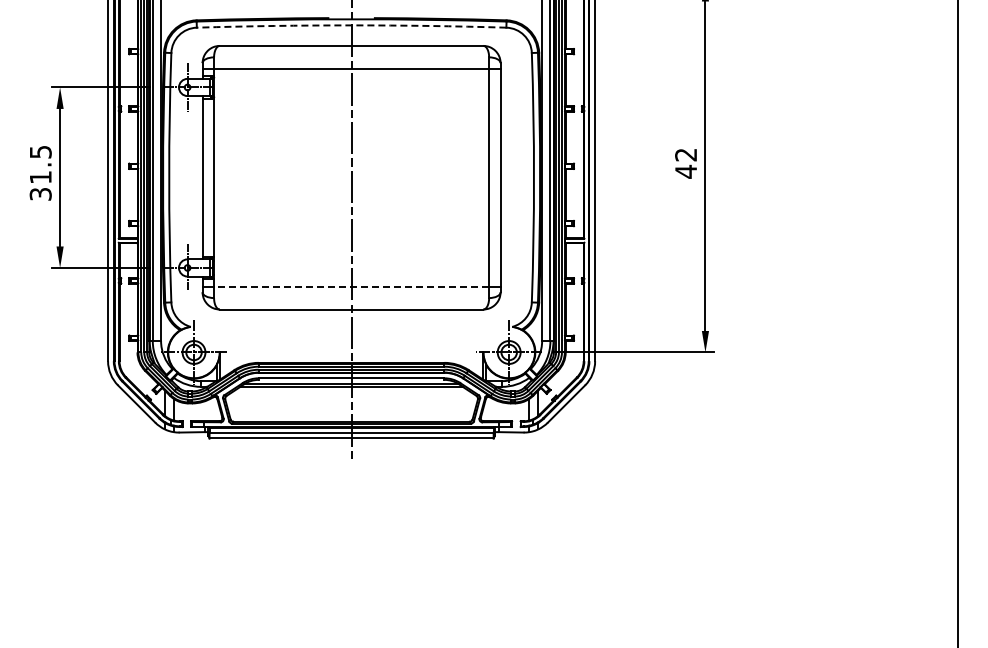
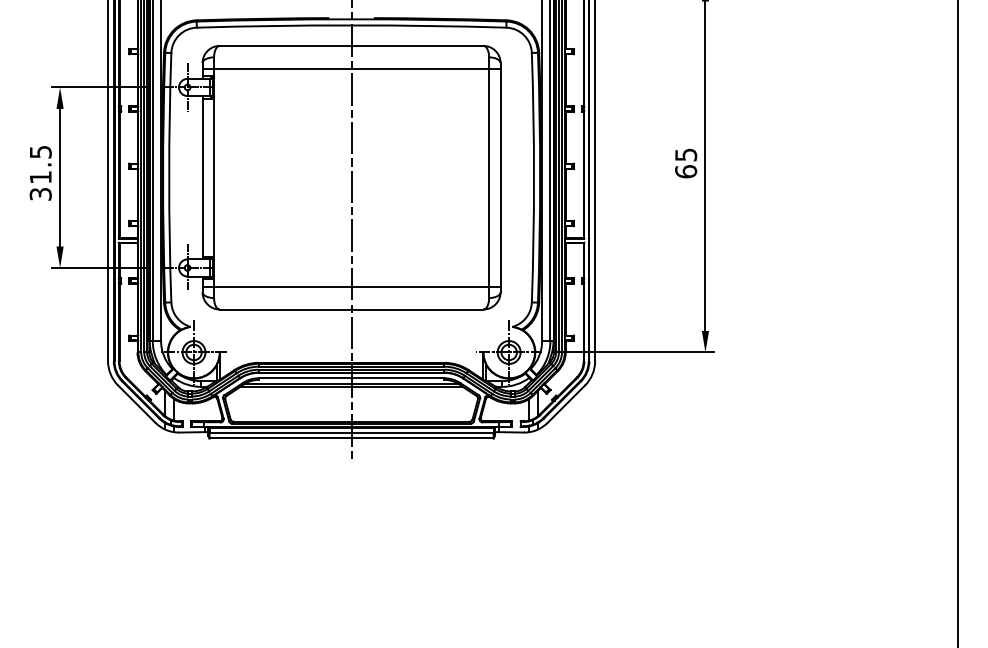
arc at (351, 25): dashed -> solid
text at (686, 163): 42 -> 65
line at (351, 286): dashed -> solid
